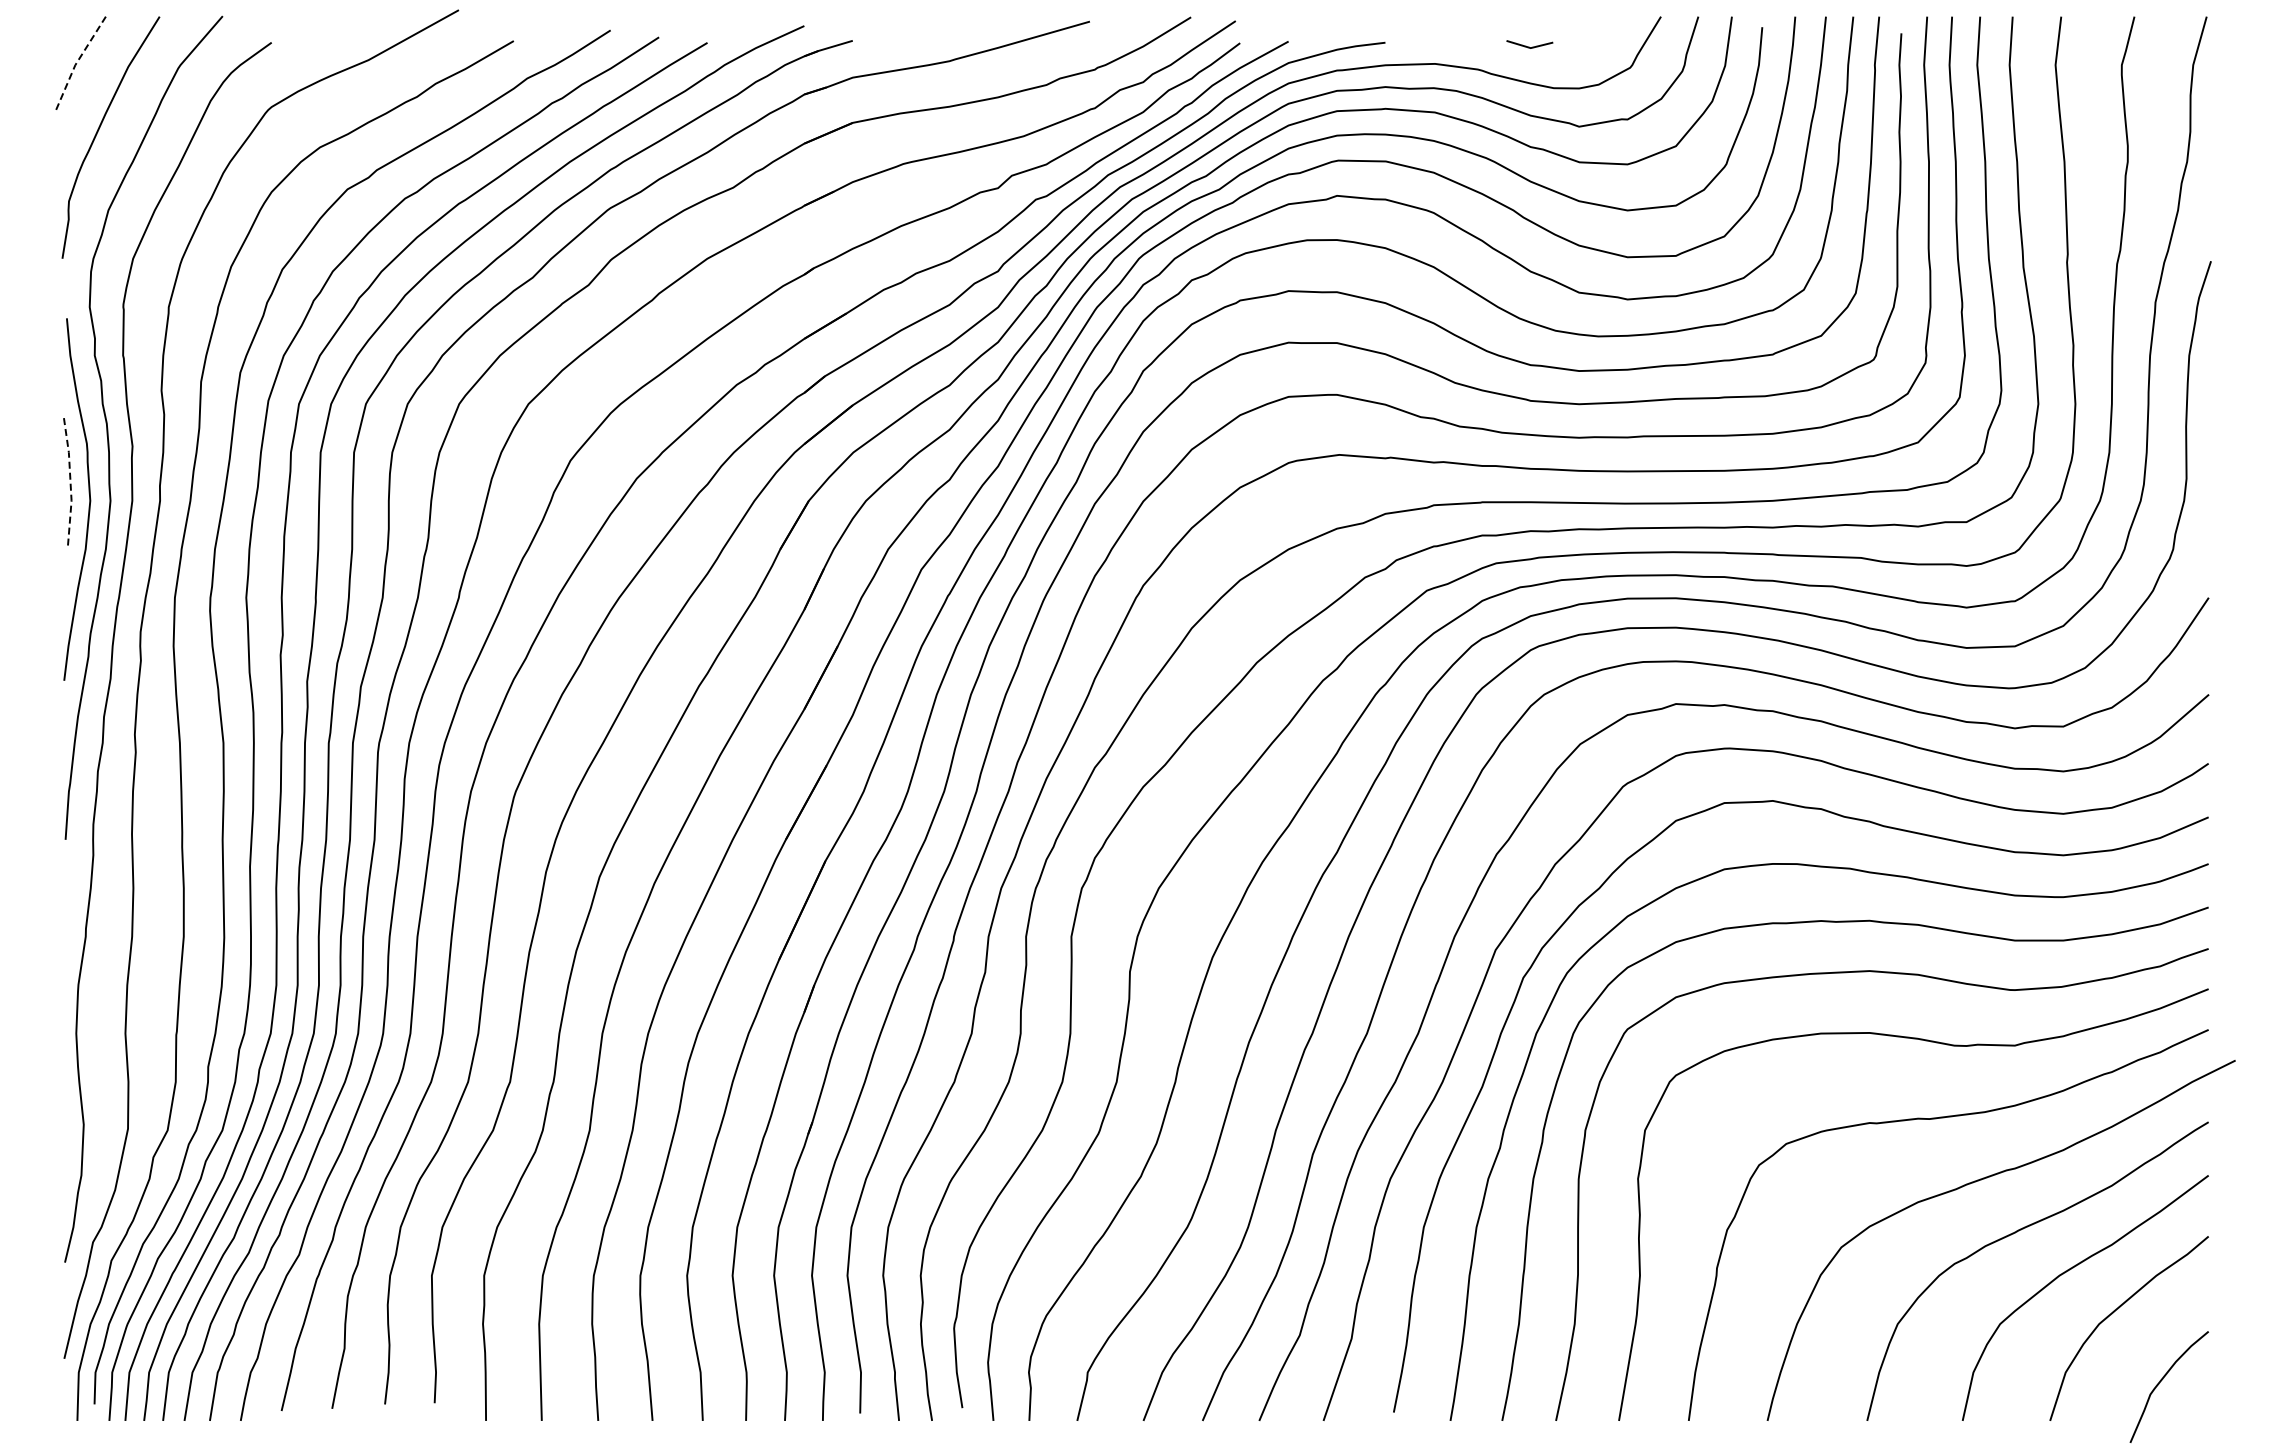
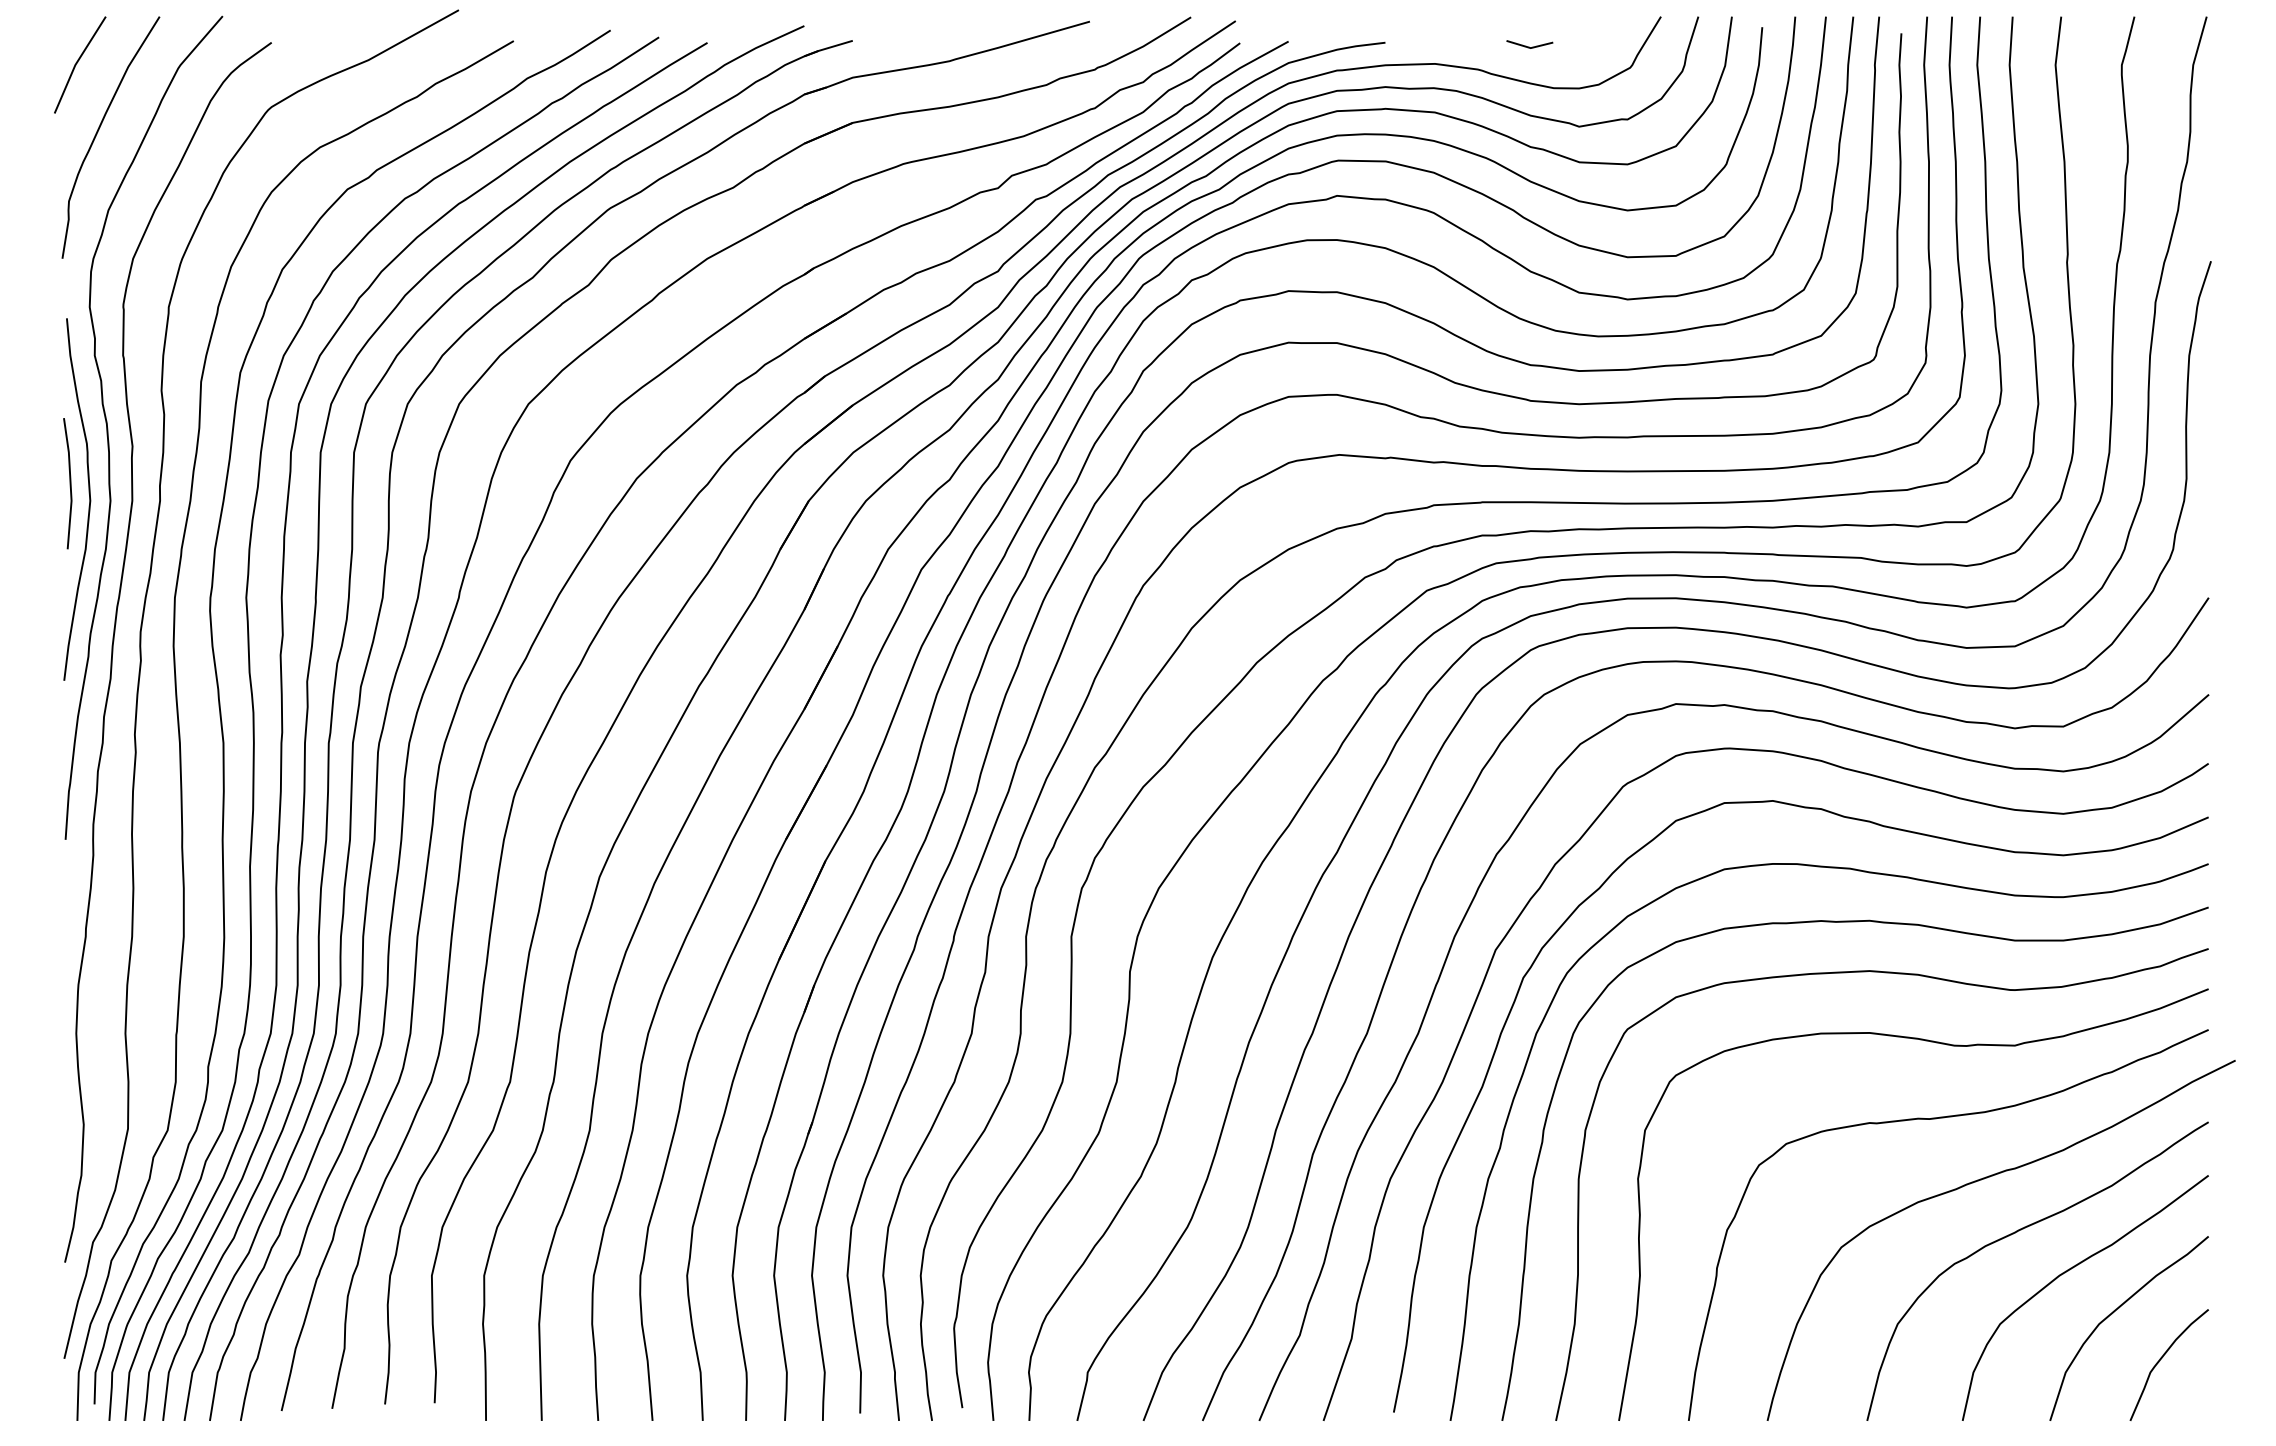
line at (76, 63): dashed -> solid
line at (70, 484): dashed -> solid
curve at (2162, 1380) position: (2162, 1380) -> (2162, 1358)
